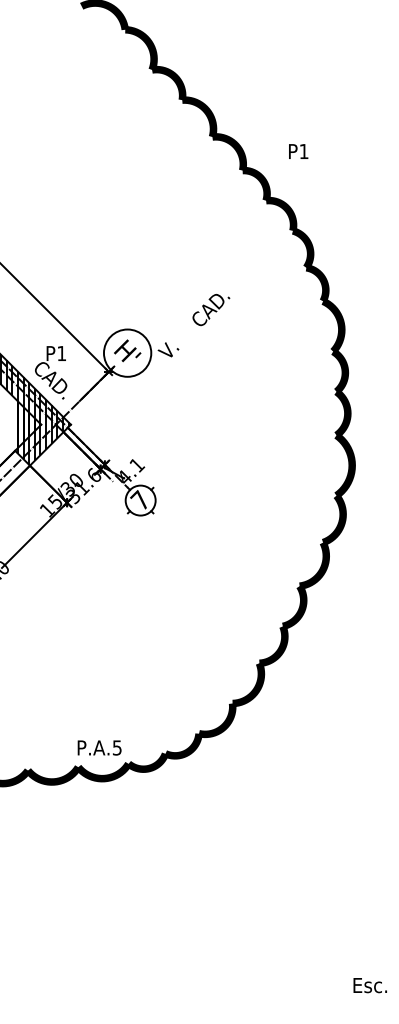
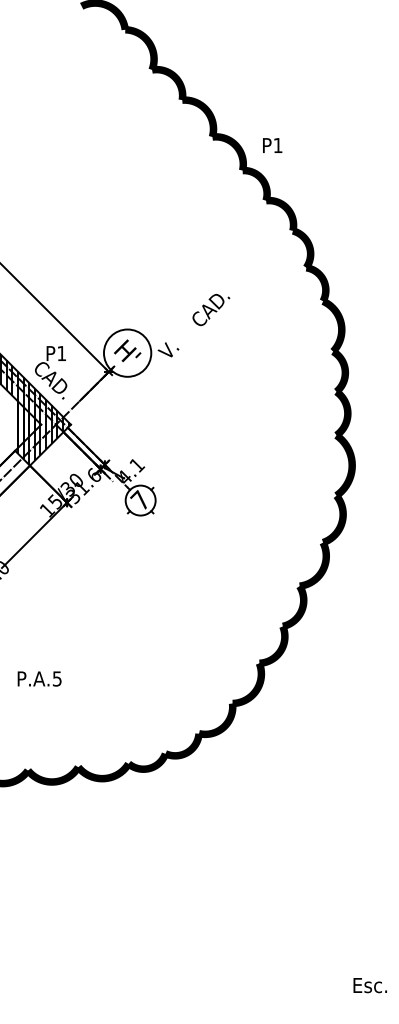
text at (298, 151) position: (298, 151) -> (272, 145)
text at (99, 747) position: (99, 747) -> (39, 678)
